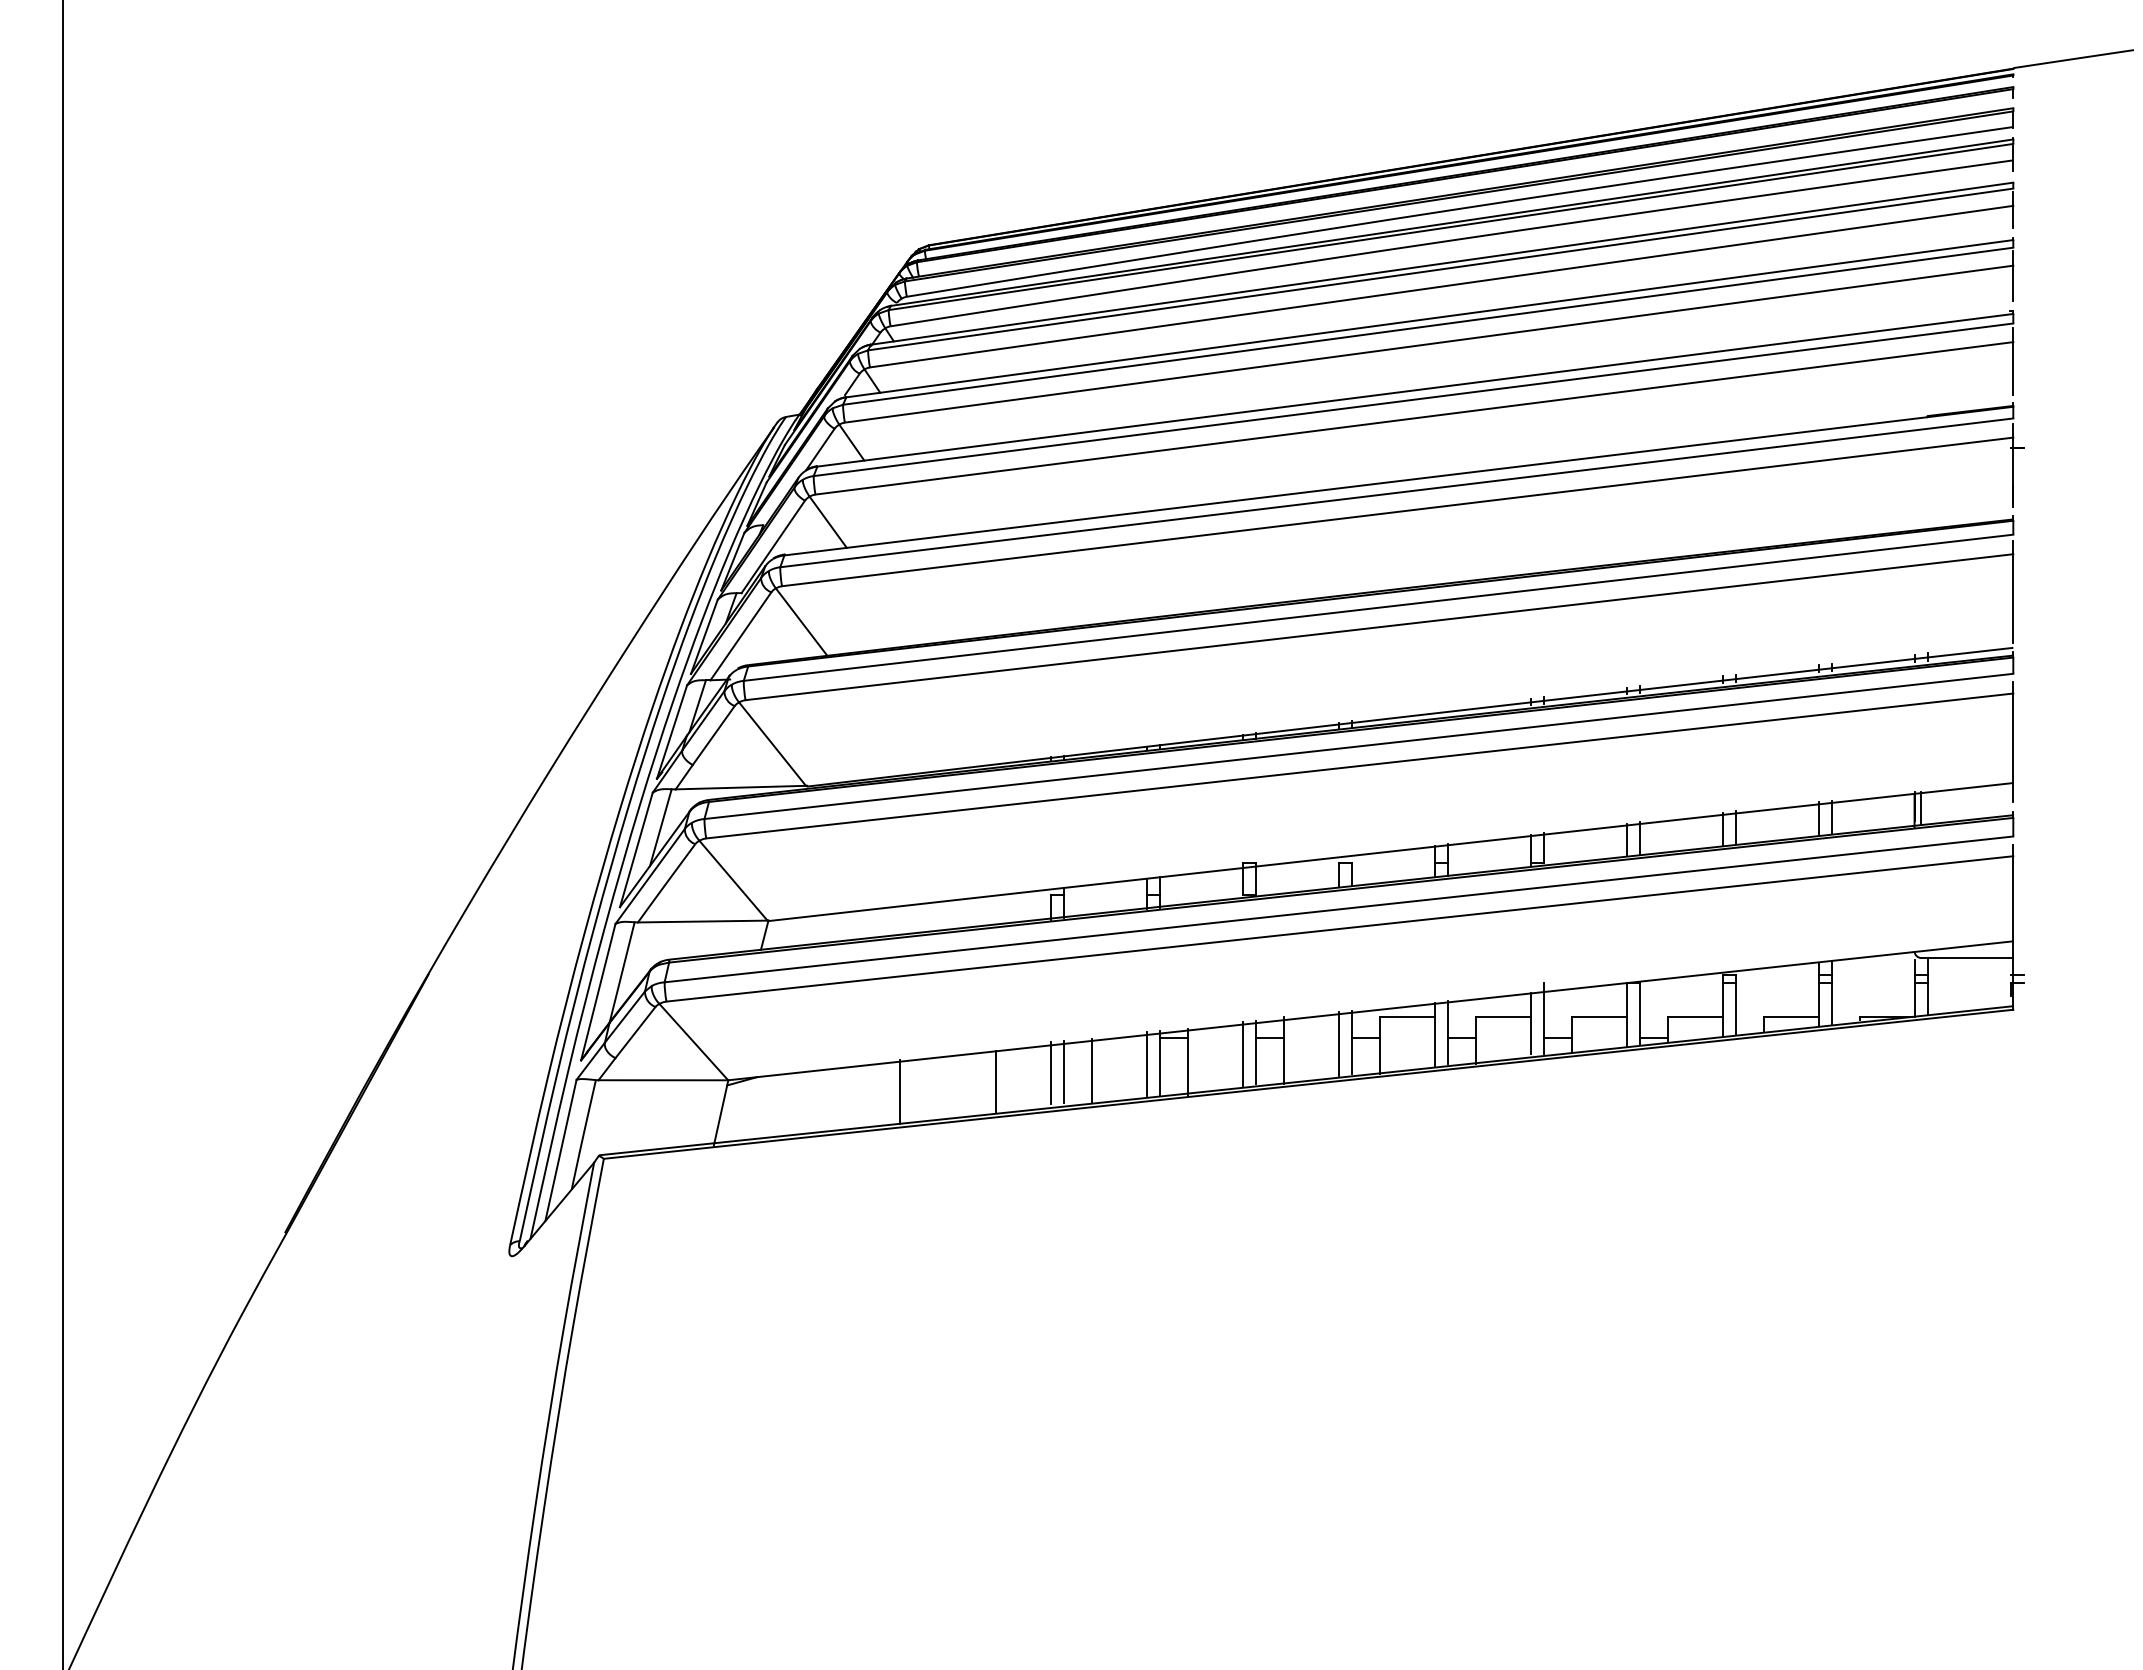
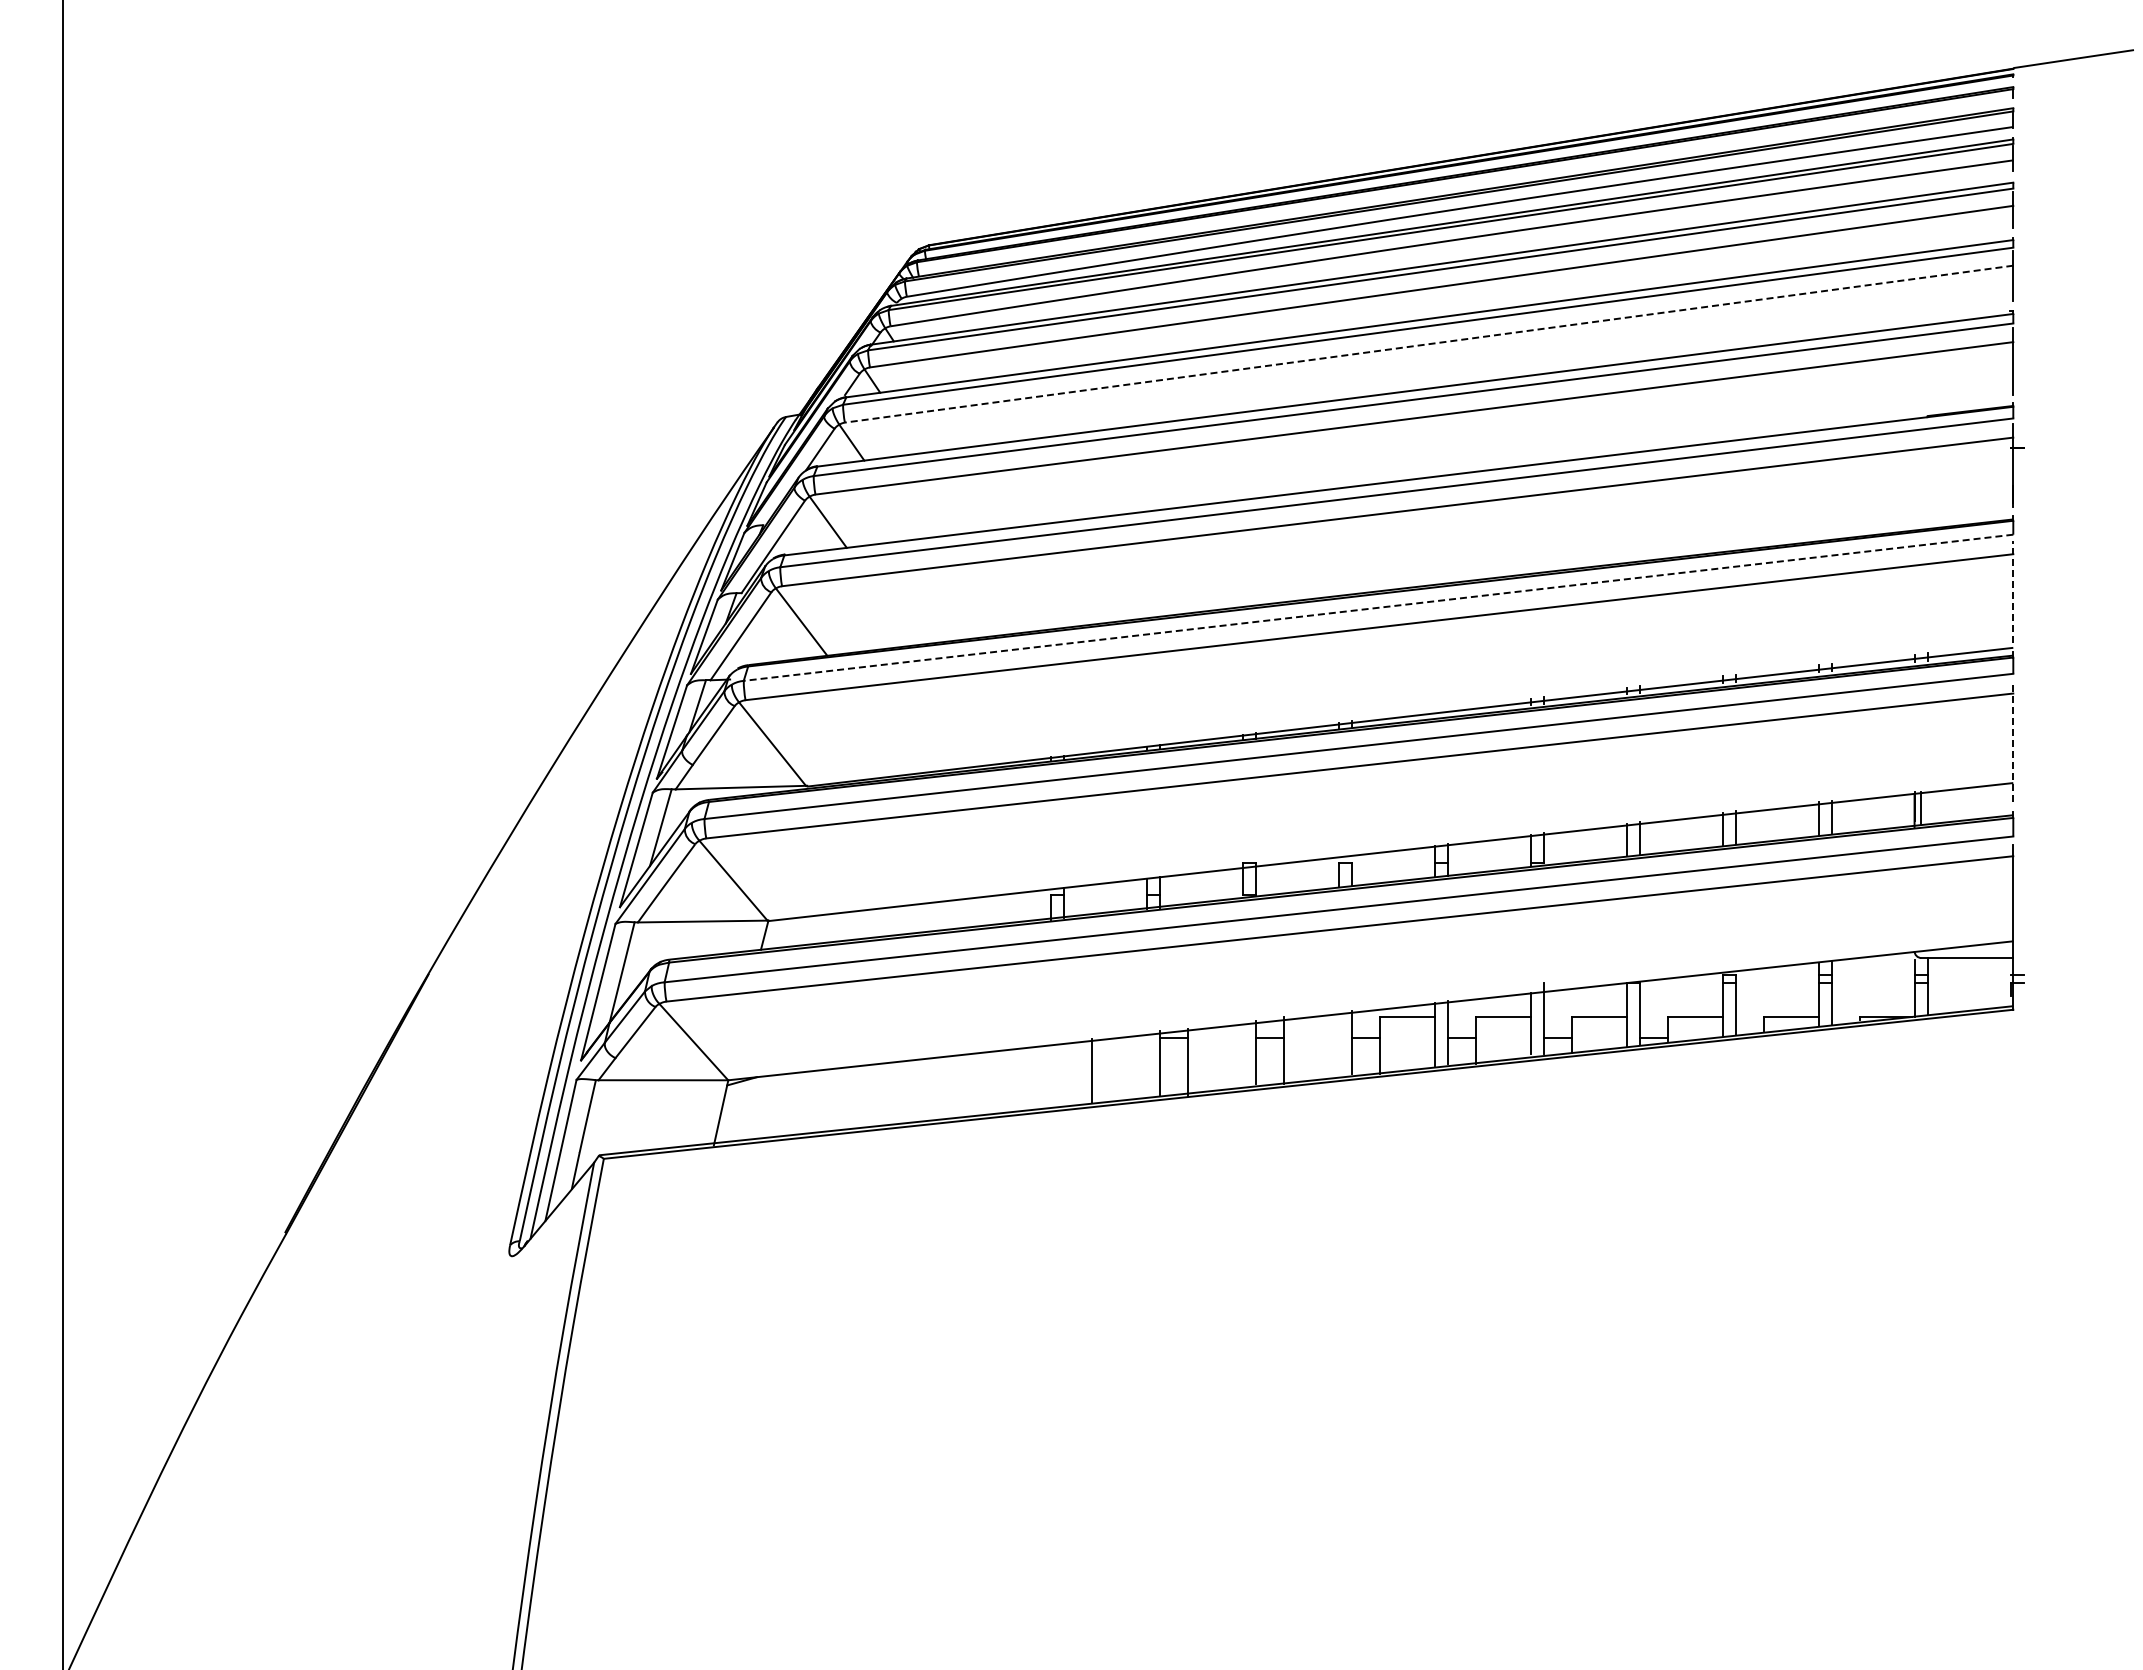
line at (1428, 344): solid -> dashed
line at (2013, 592): solid -> dashed
line at (1378, 607): solid -> dashed
line at (2013, 741): solid -> dashed
line at (1338, 1043): present -> none
line at (1242, 1053): present -> none
line at (1146, 1064): present -> none
line at (1064, 1071): present -> none
line at (1050, 1073): present -> none
line at (995, 1081): present -> none
line at (899, 1091): present -> none
